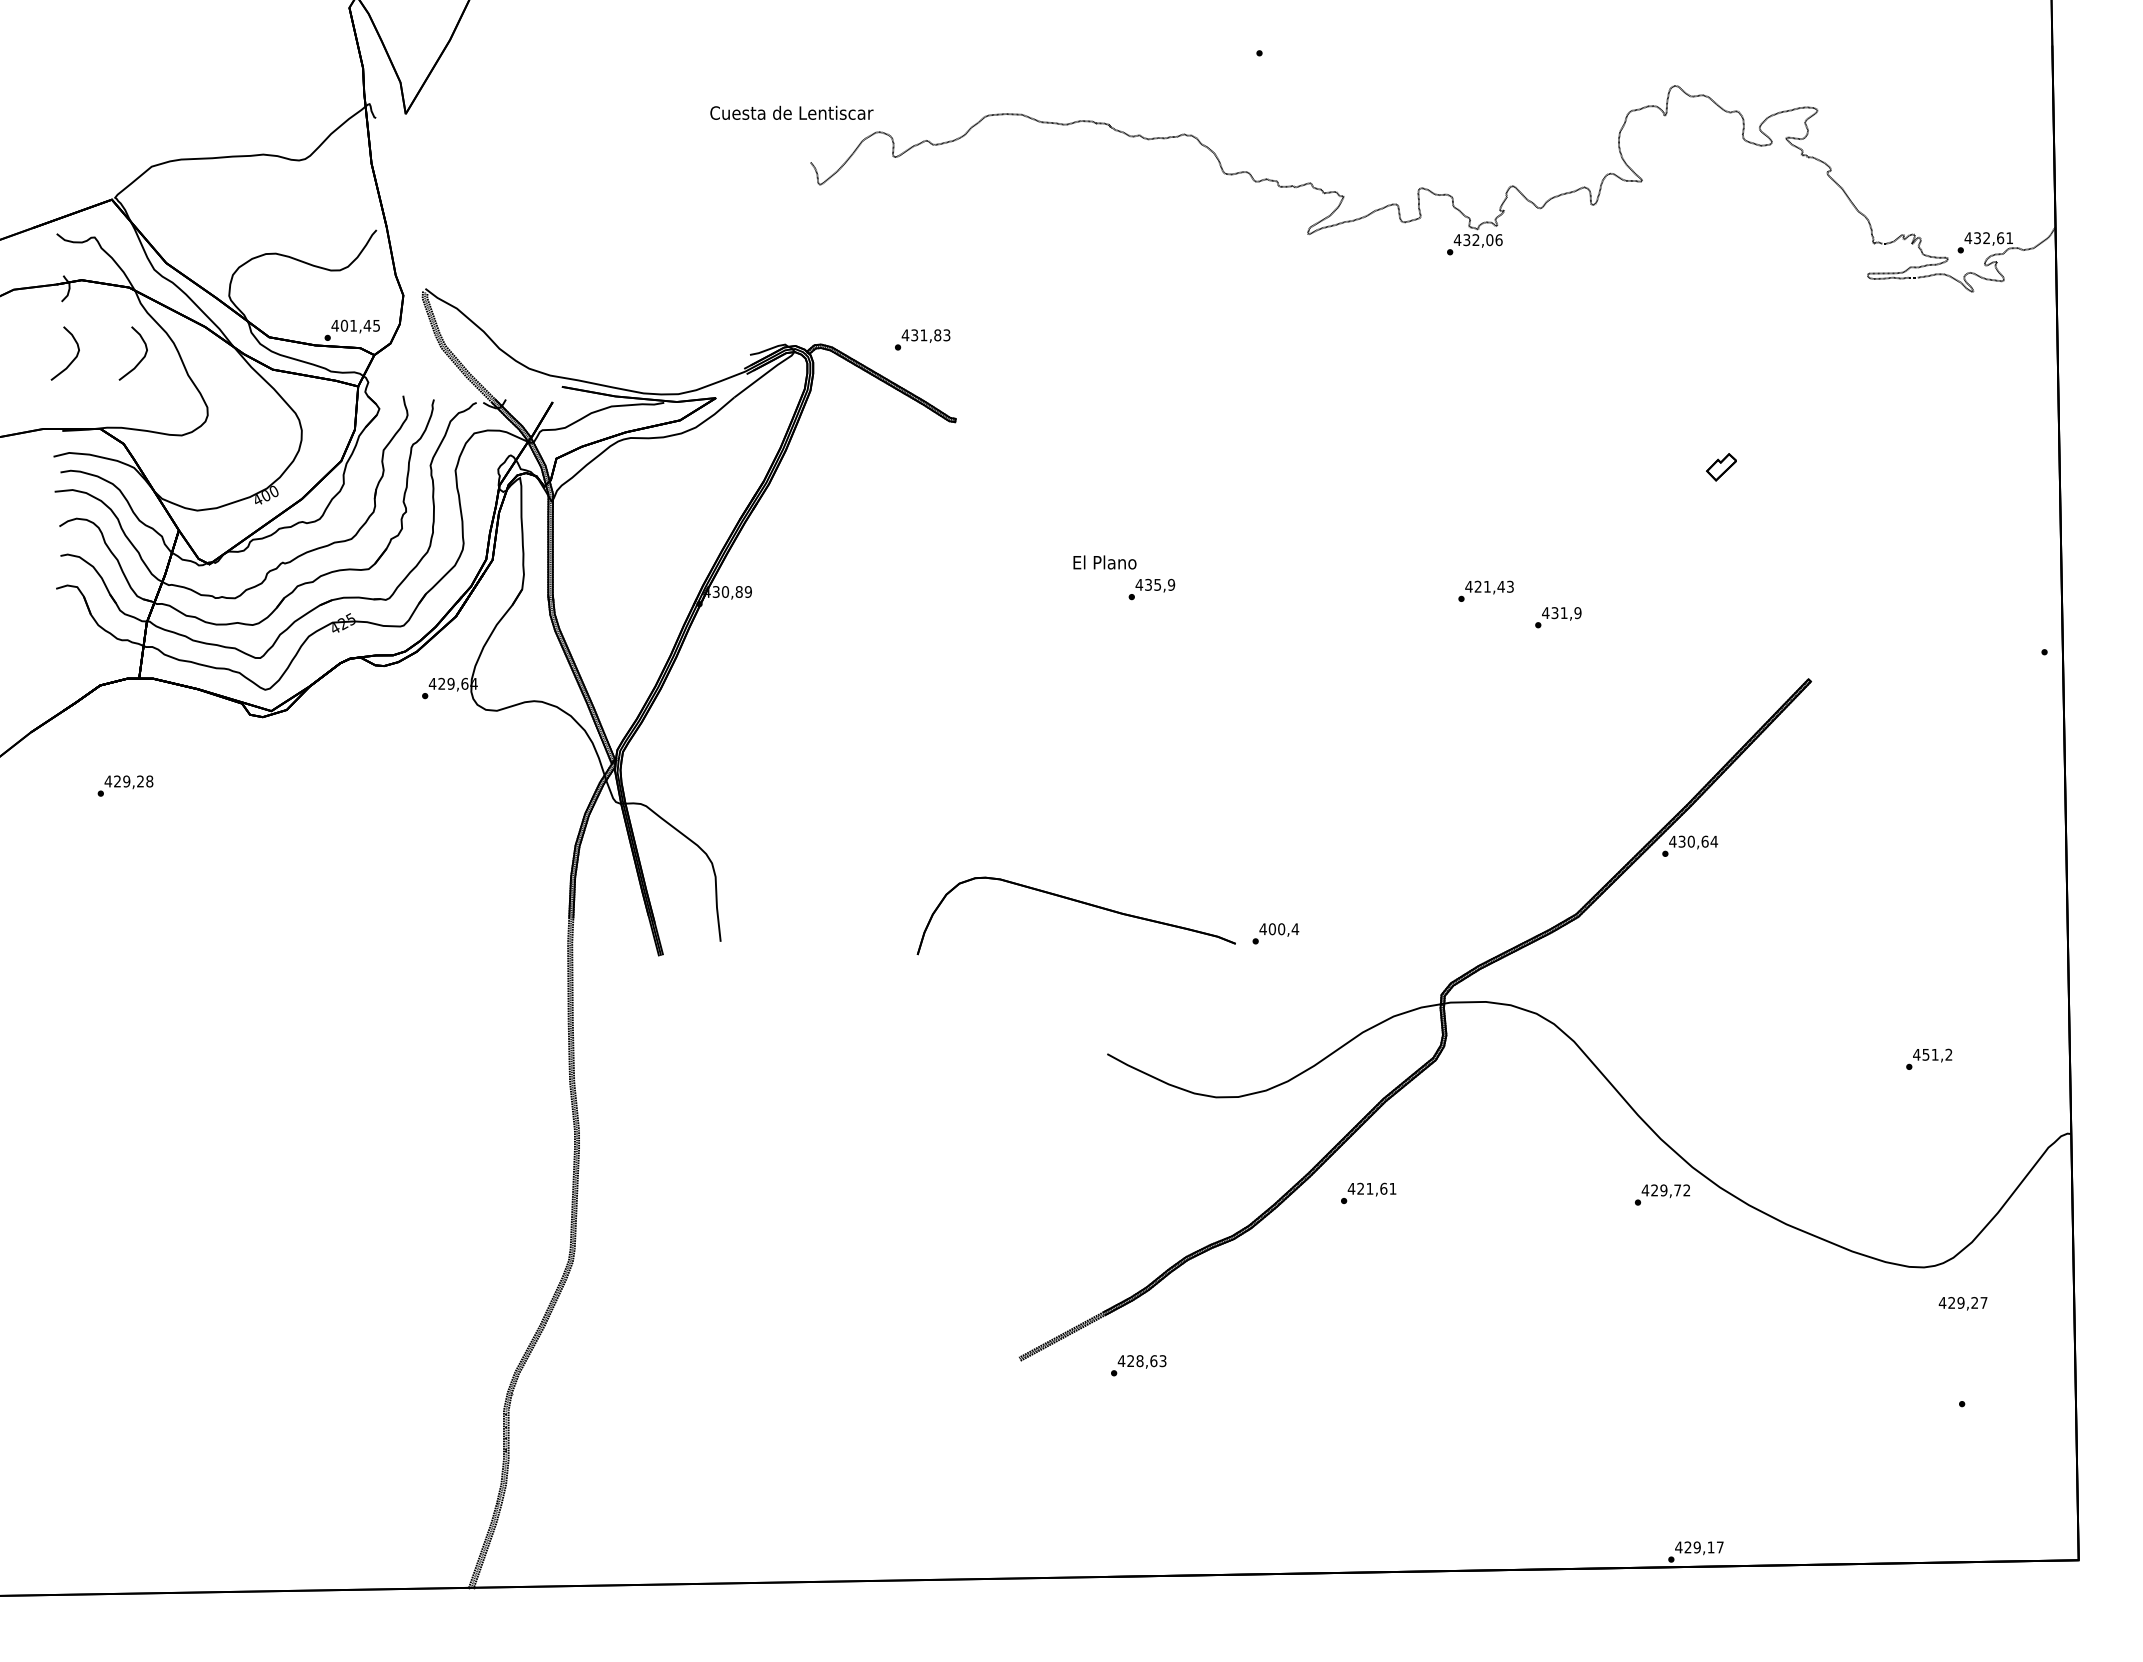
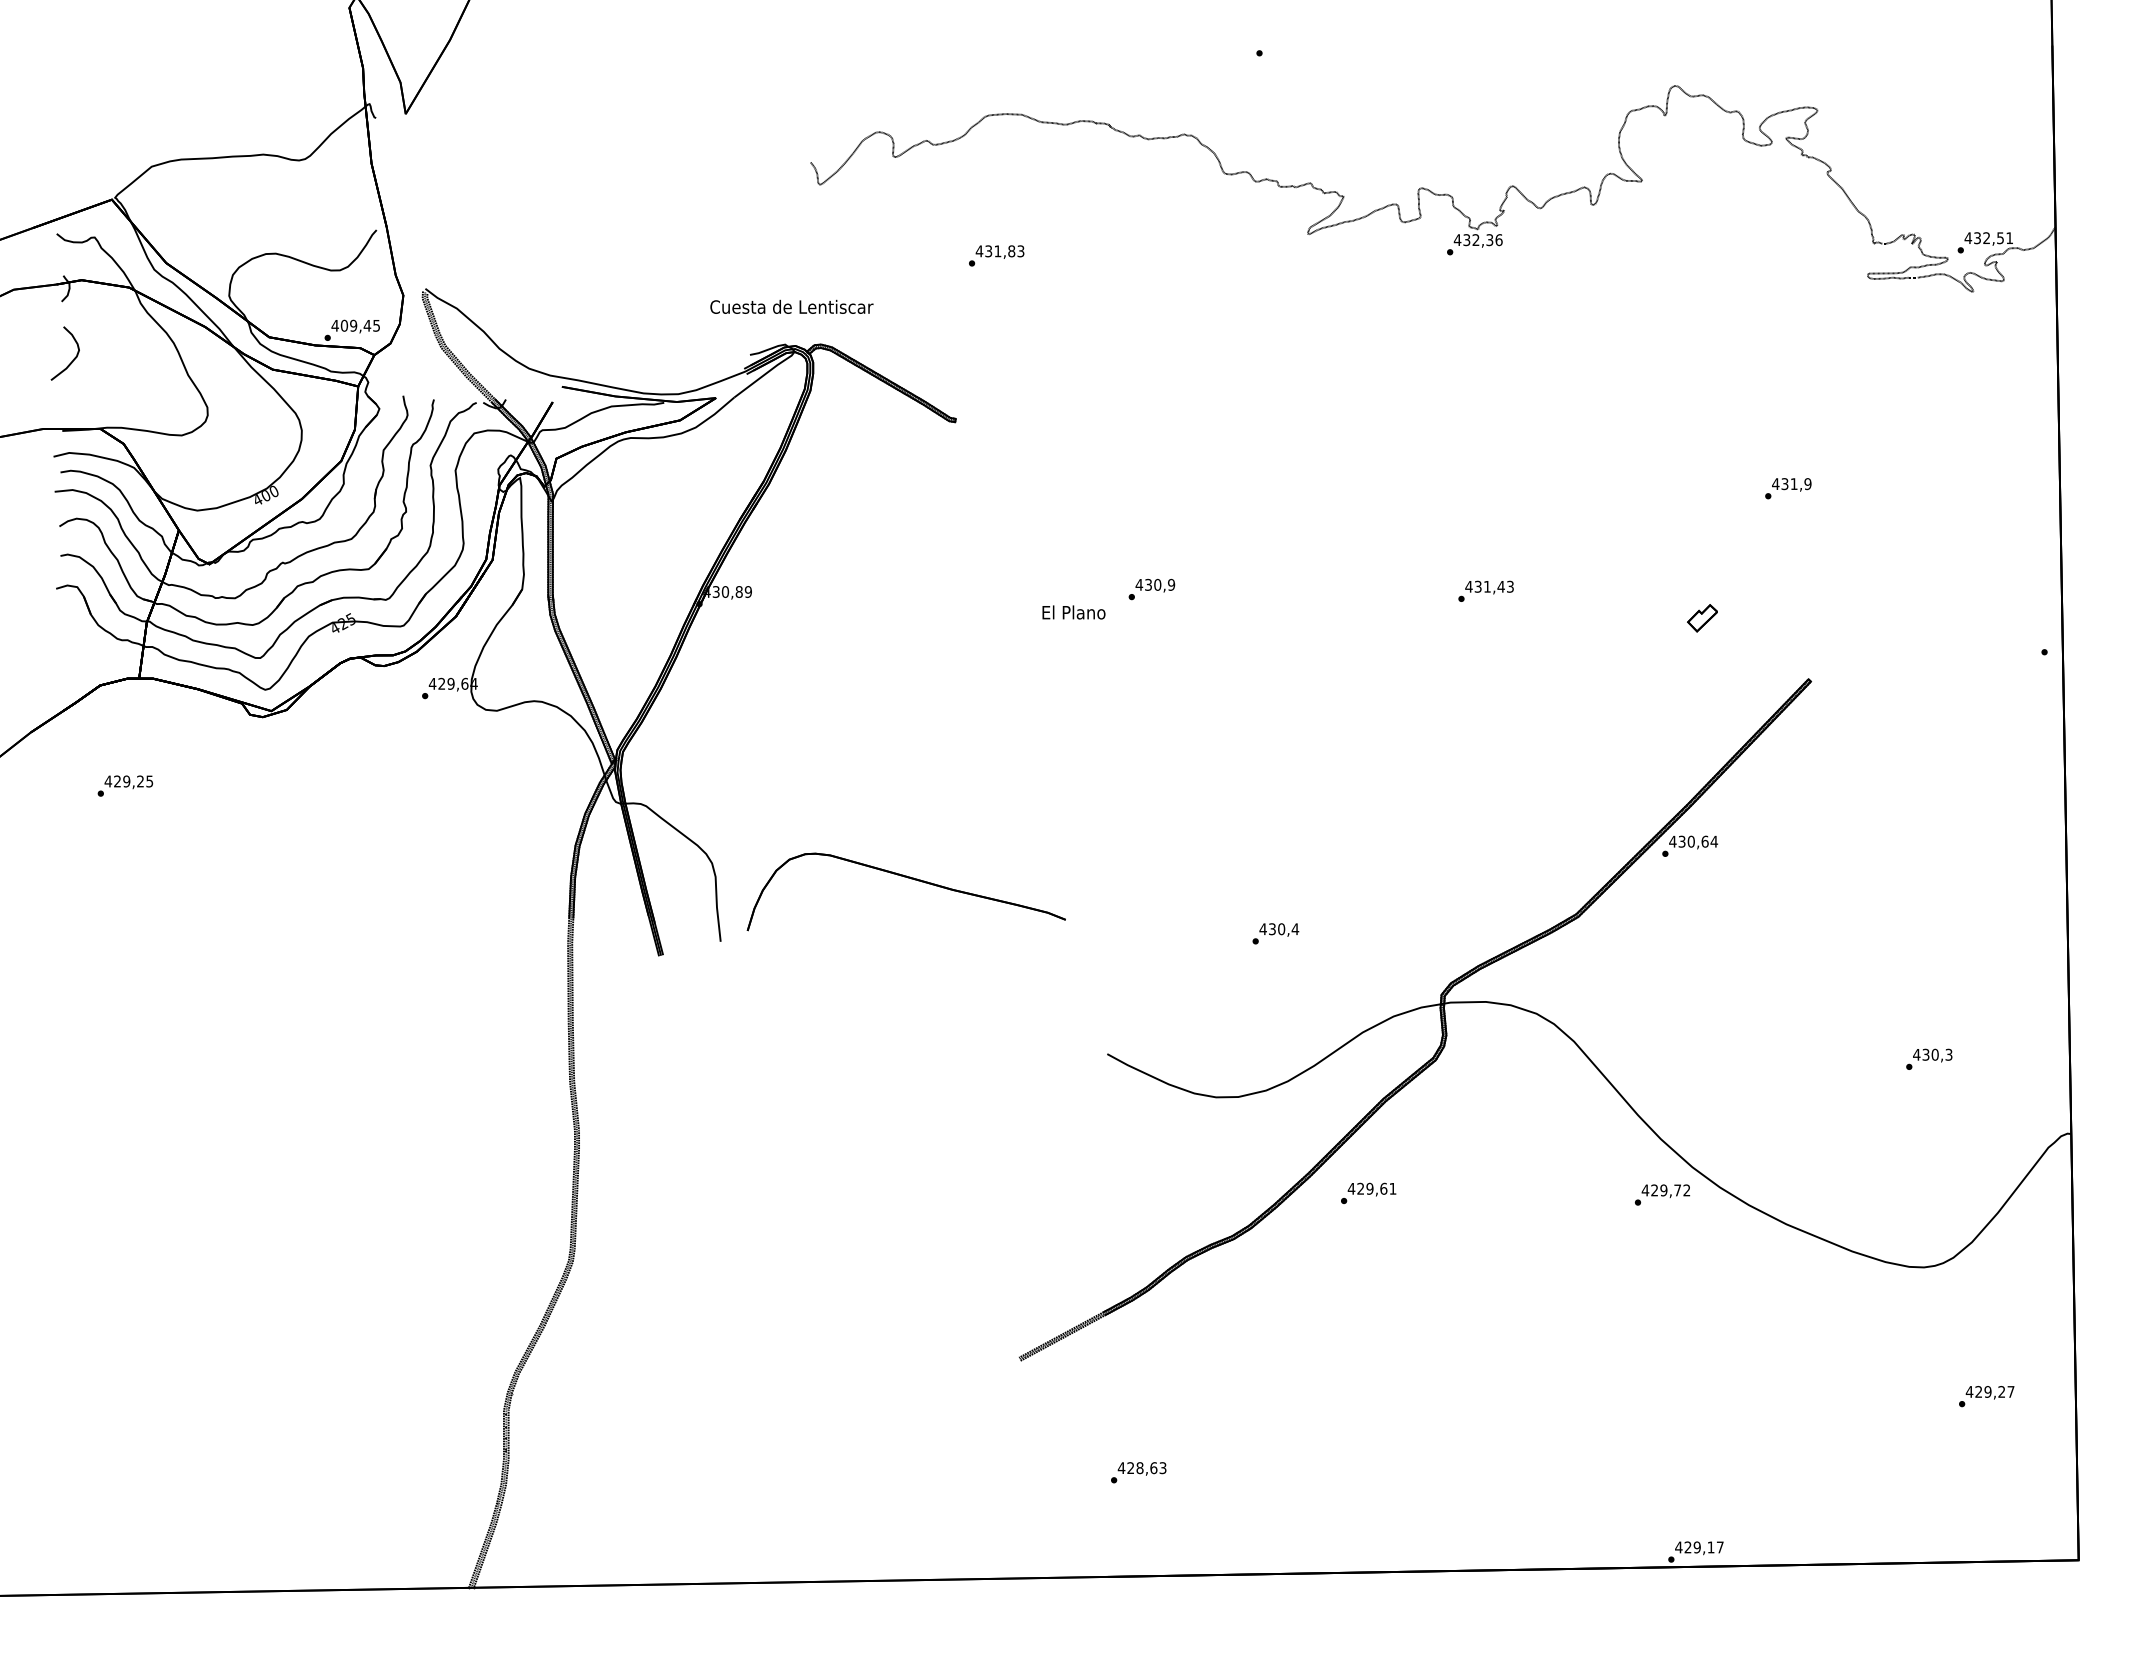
text at (791, 112) position: (791, 112) -> (791, 306)
text at (2000, 238): 432,61 -> 432,51
text at (1489, 240): 432,06 -> 432,36
text at (353, 325): 401,45 -> 409,45
text at (922, 339) position: (922, 339) -> (996, 255)
curve at (141, 358): present -> none
part at (1721, 467) position: (1721, 467) -> (1702, 618)
text at (1104, 562) position: (1104, 562) -> (1073, 612)
text at (1157, 584): 435,9 -> 430,9
text at (1477, 586): 421,43 -> 431,43
text at (1558, 617) position: (1558, 617) -> (1788, 488)
text at (149, 781): 429,28 -> 429,25
part at (1077, 902) position: (1077, 902) -> (907, 878)
text at (1271, 929): 400,4 -> 430,4
text at (1937, 1054): 451,2 -> 430,3
text at (1369, 1188): 421,61 -> 429,61
text at (1962, 1303) position: (1962, 1303) -> (1989, 1392)
text at (1138, 1365) position: (1138, 1365) -> (1138, 1472)
